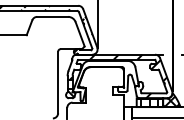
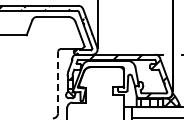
line at (58, 82): solid -> dashed
